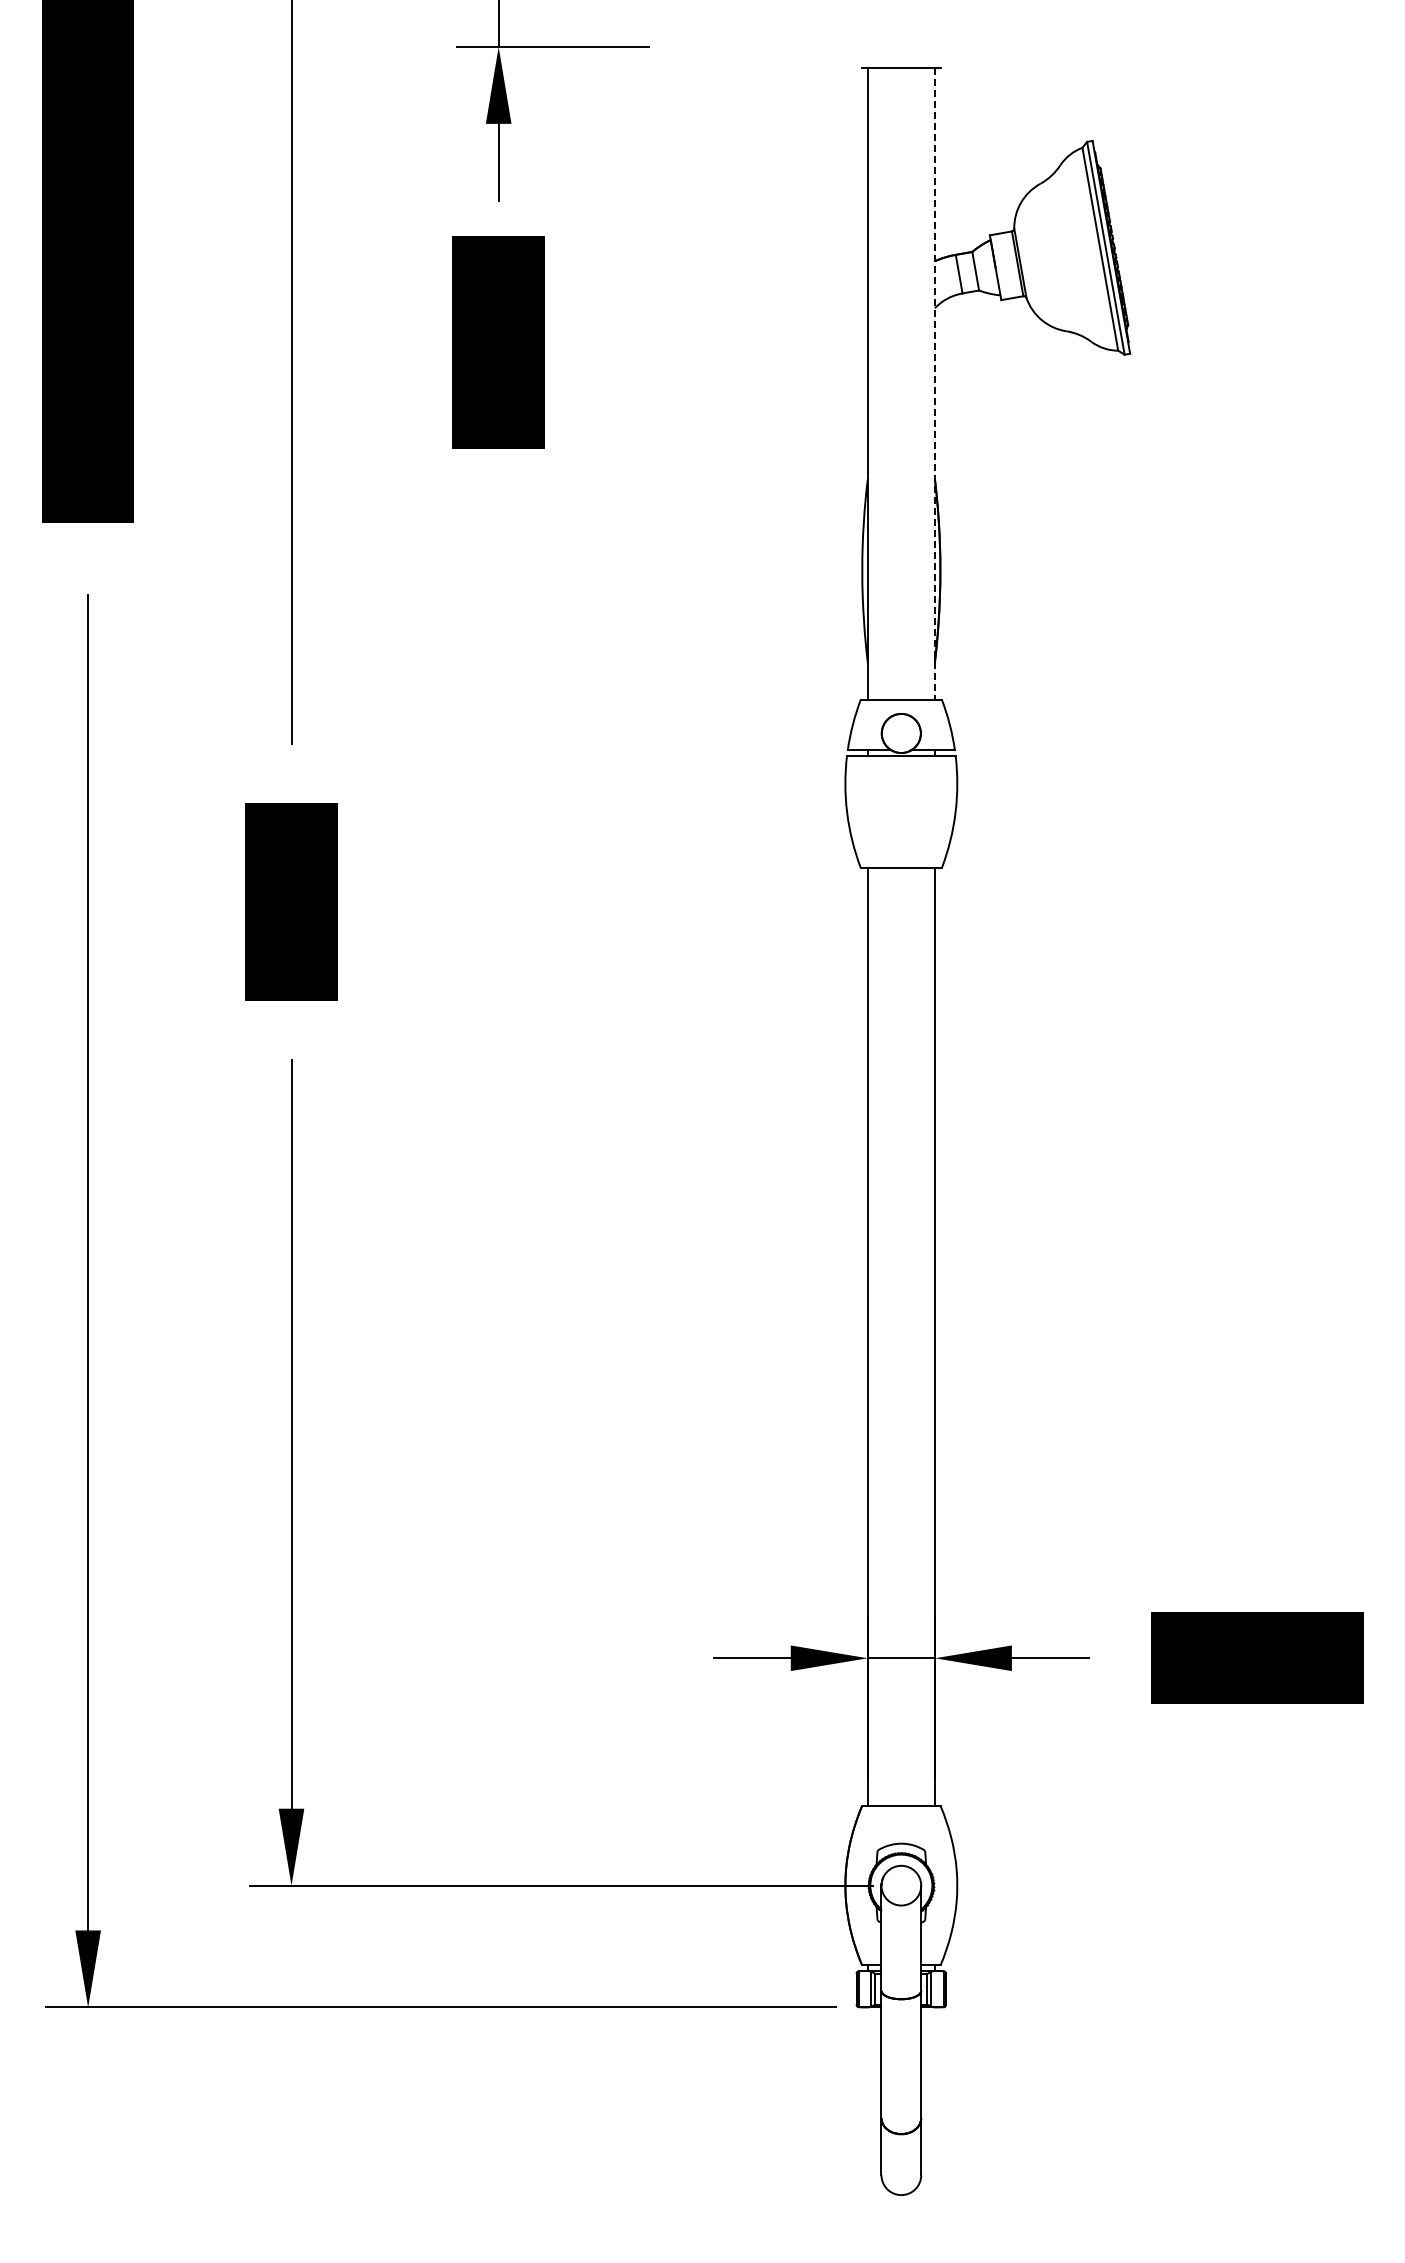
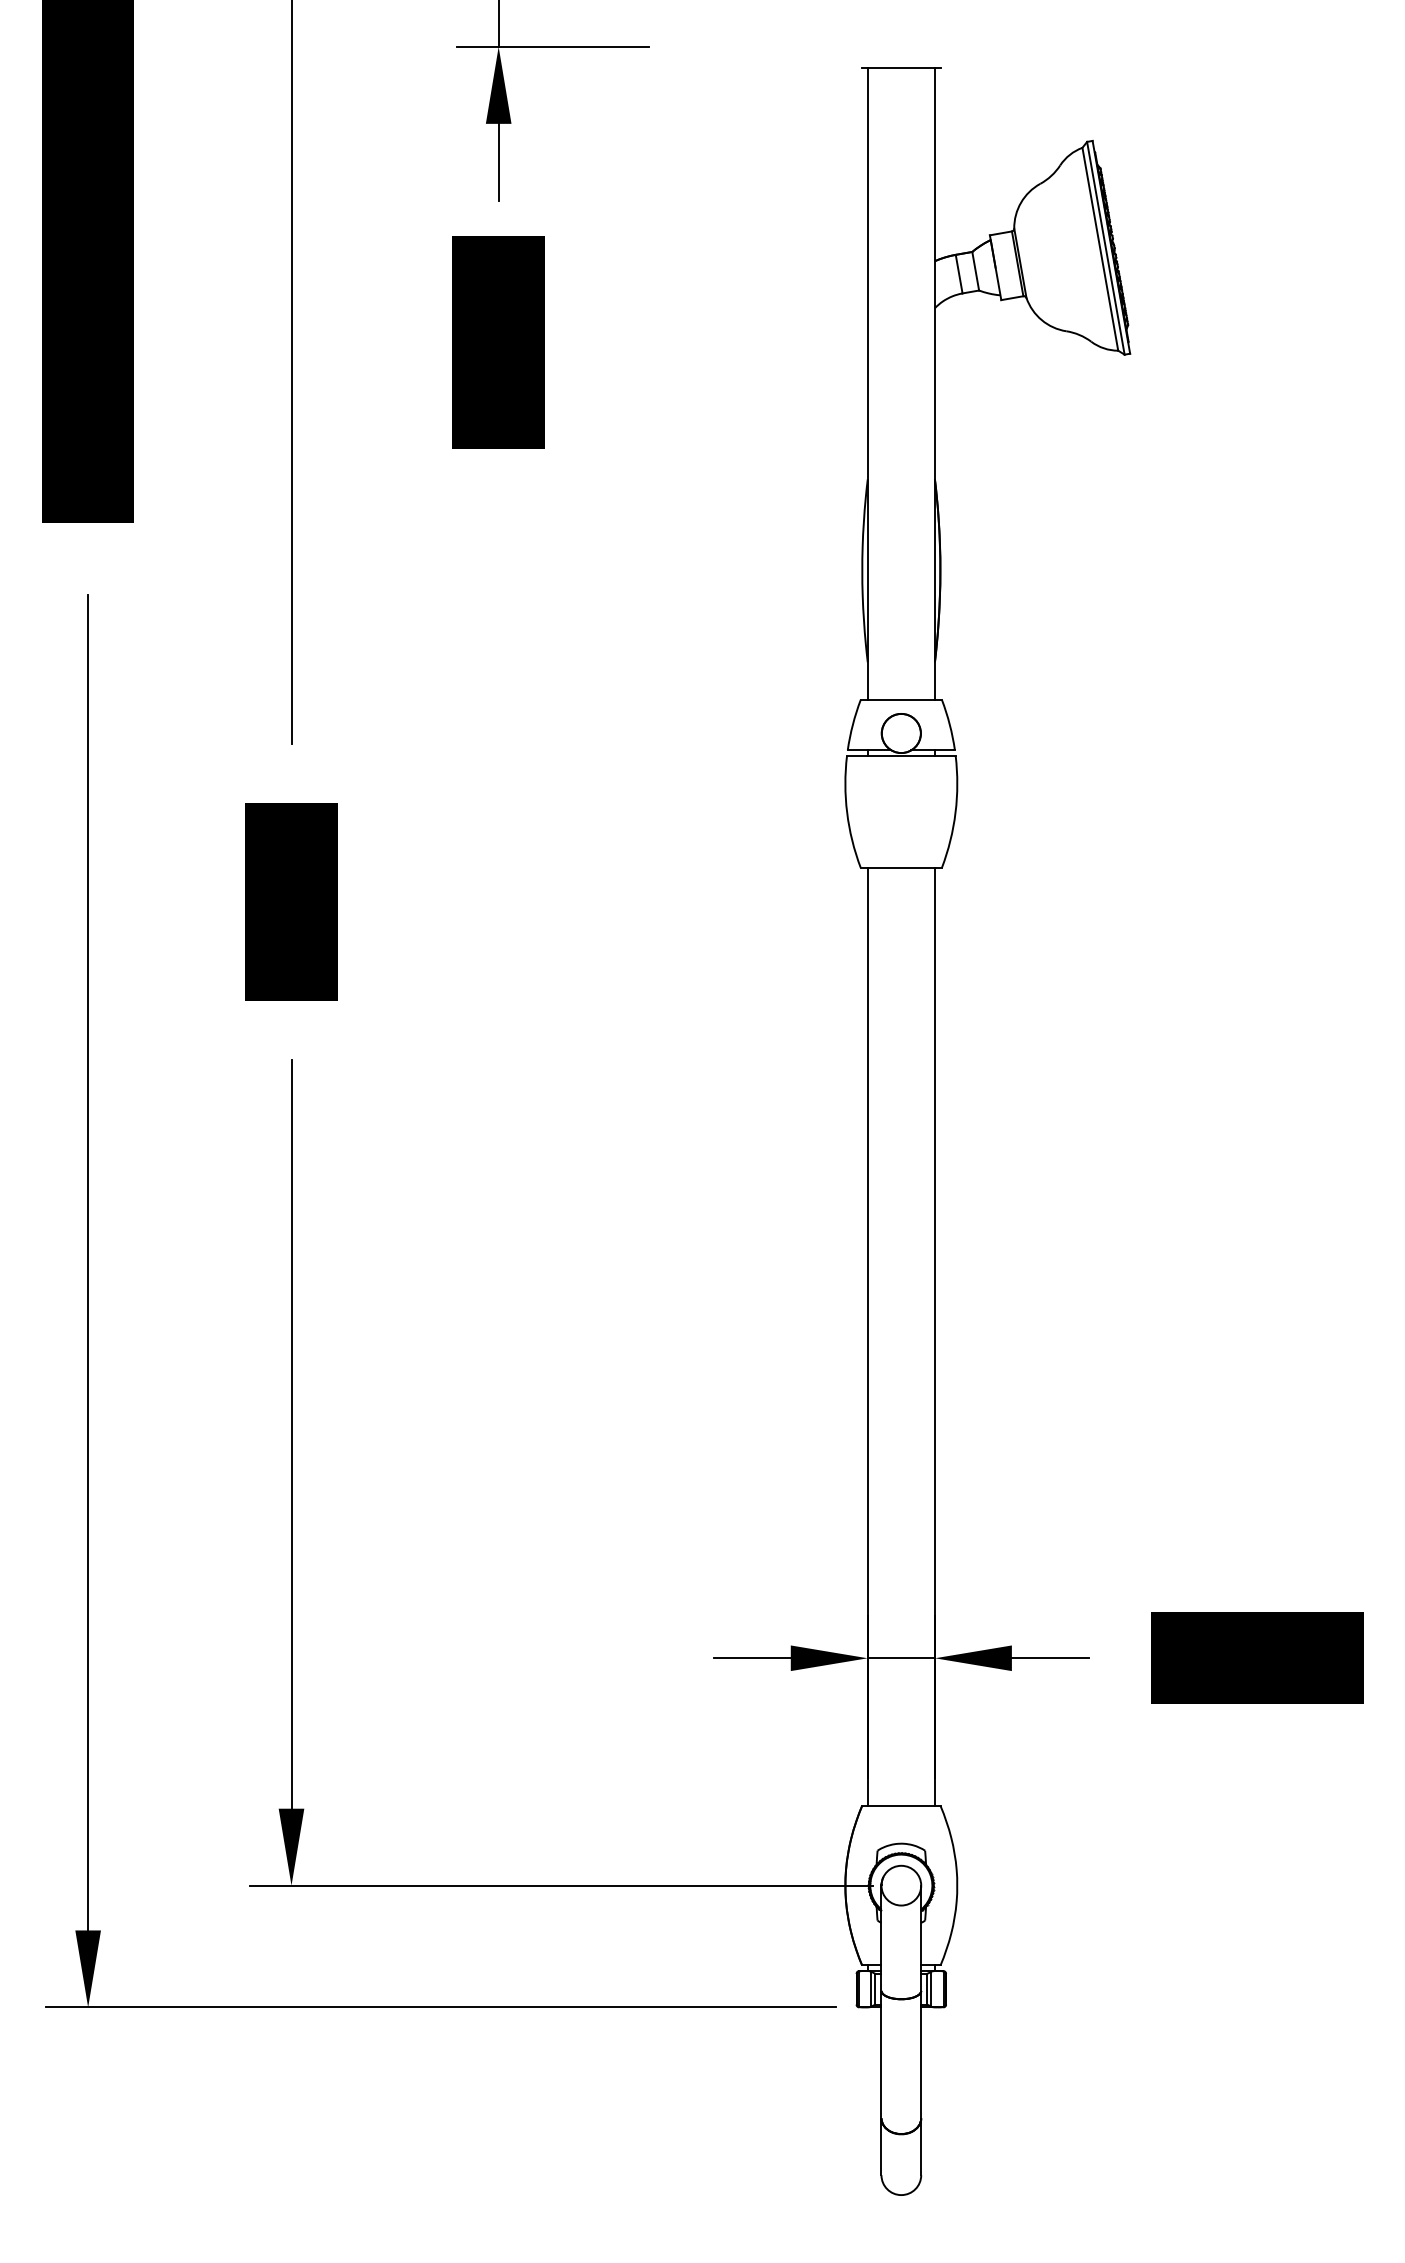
line at (934, 384): dashed -> solid
